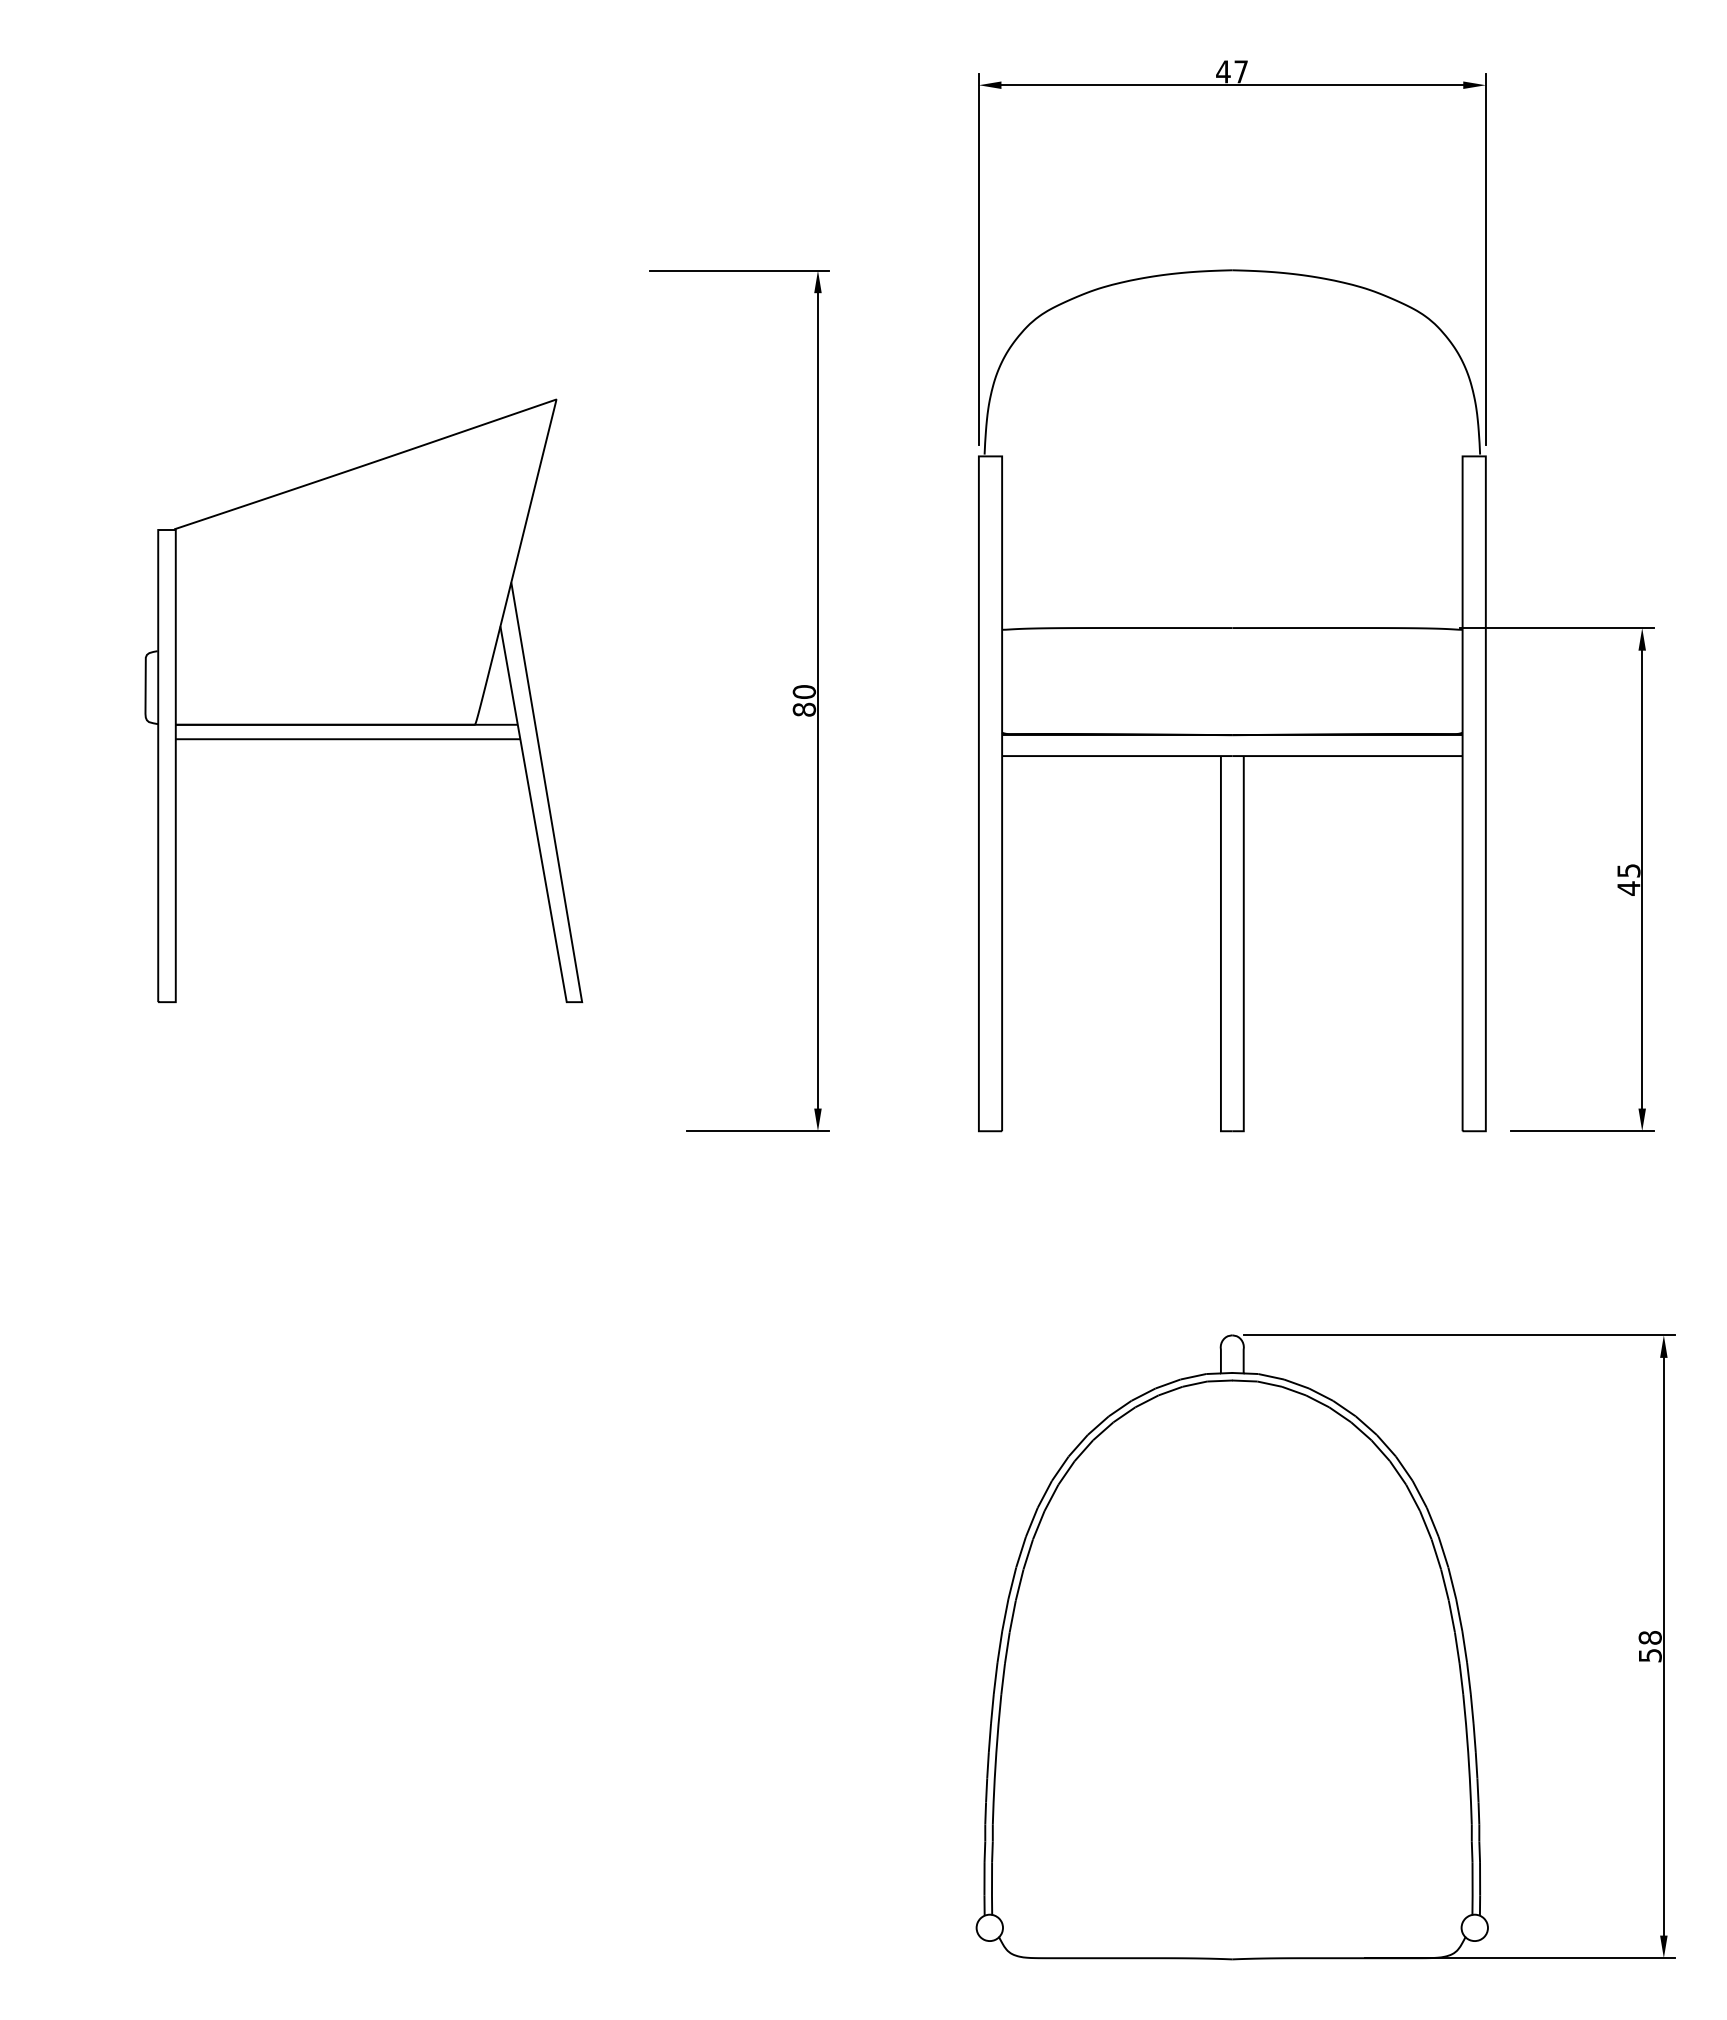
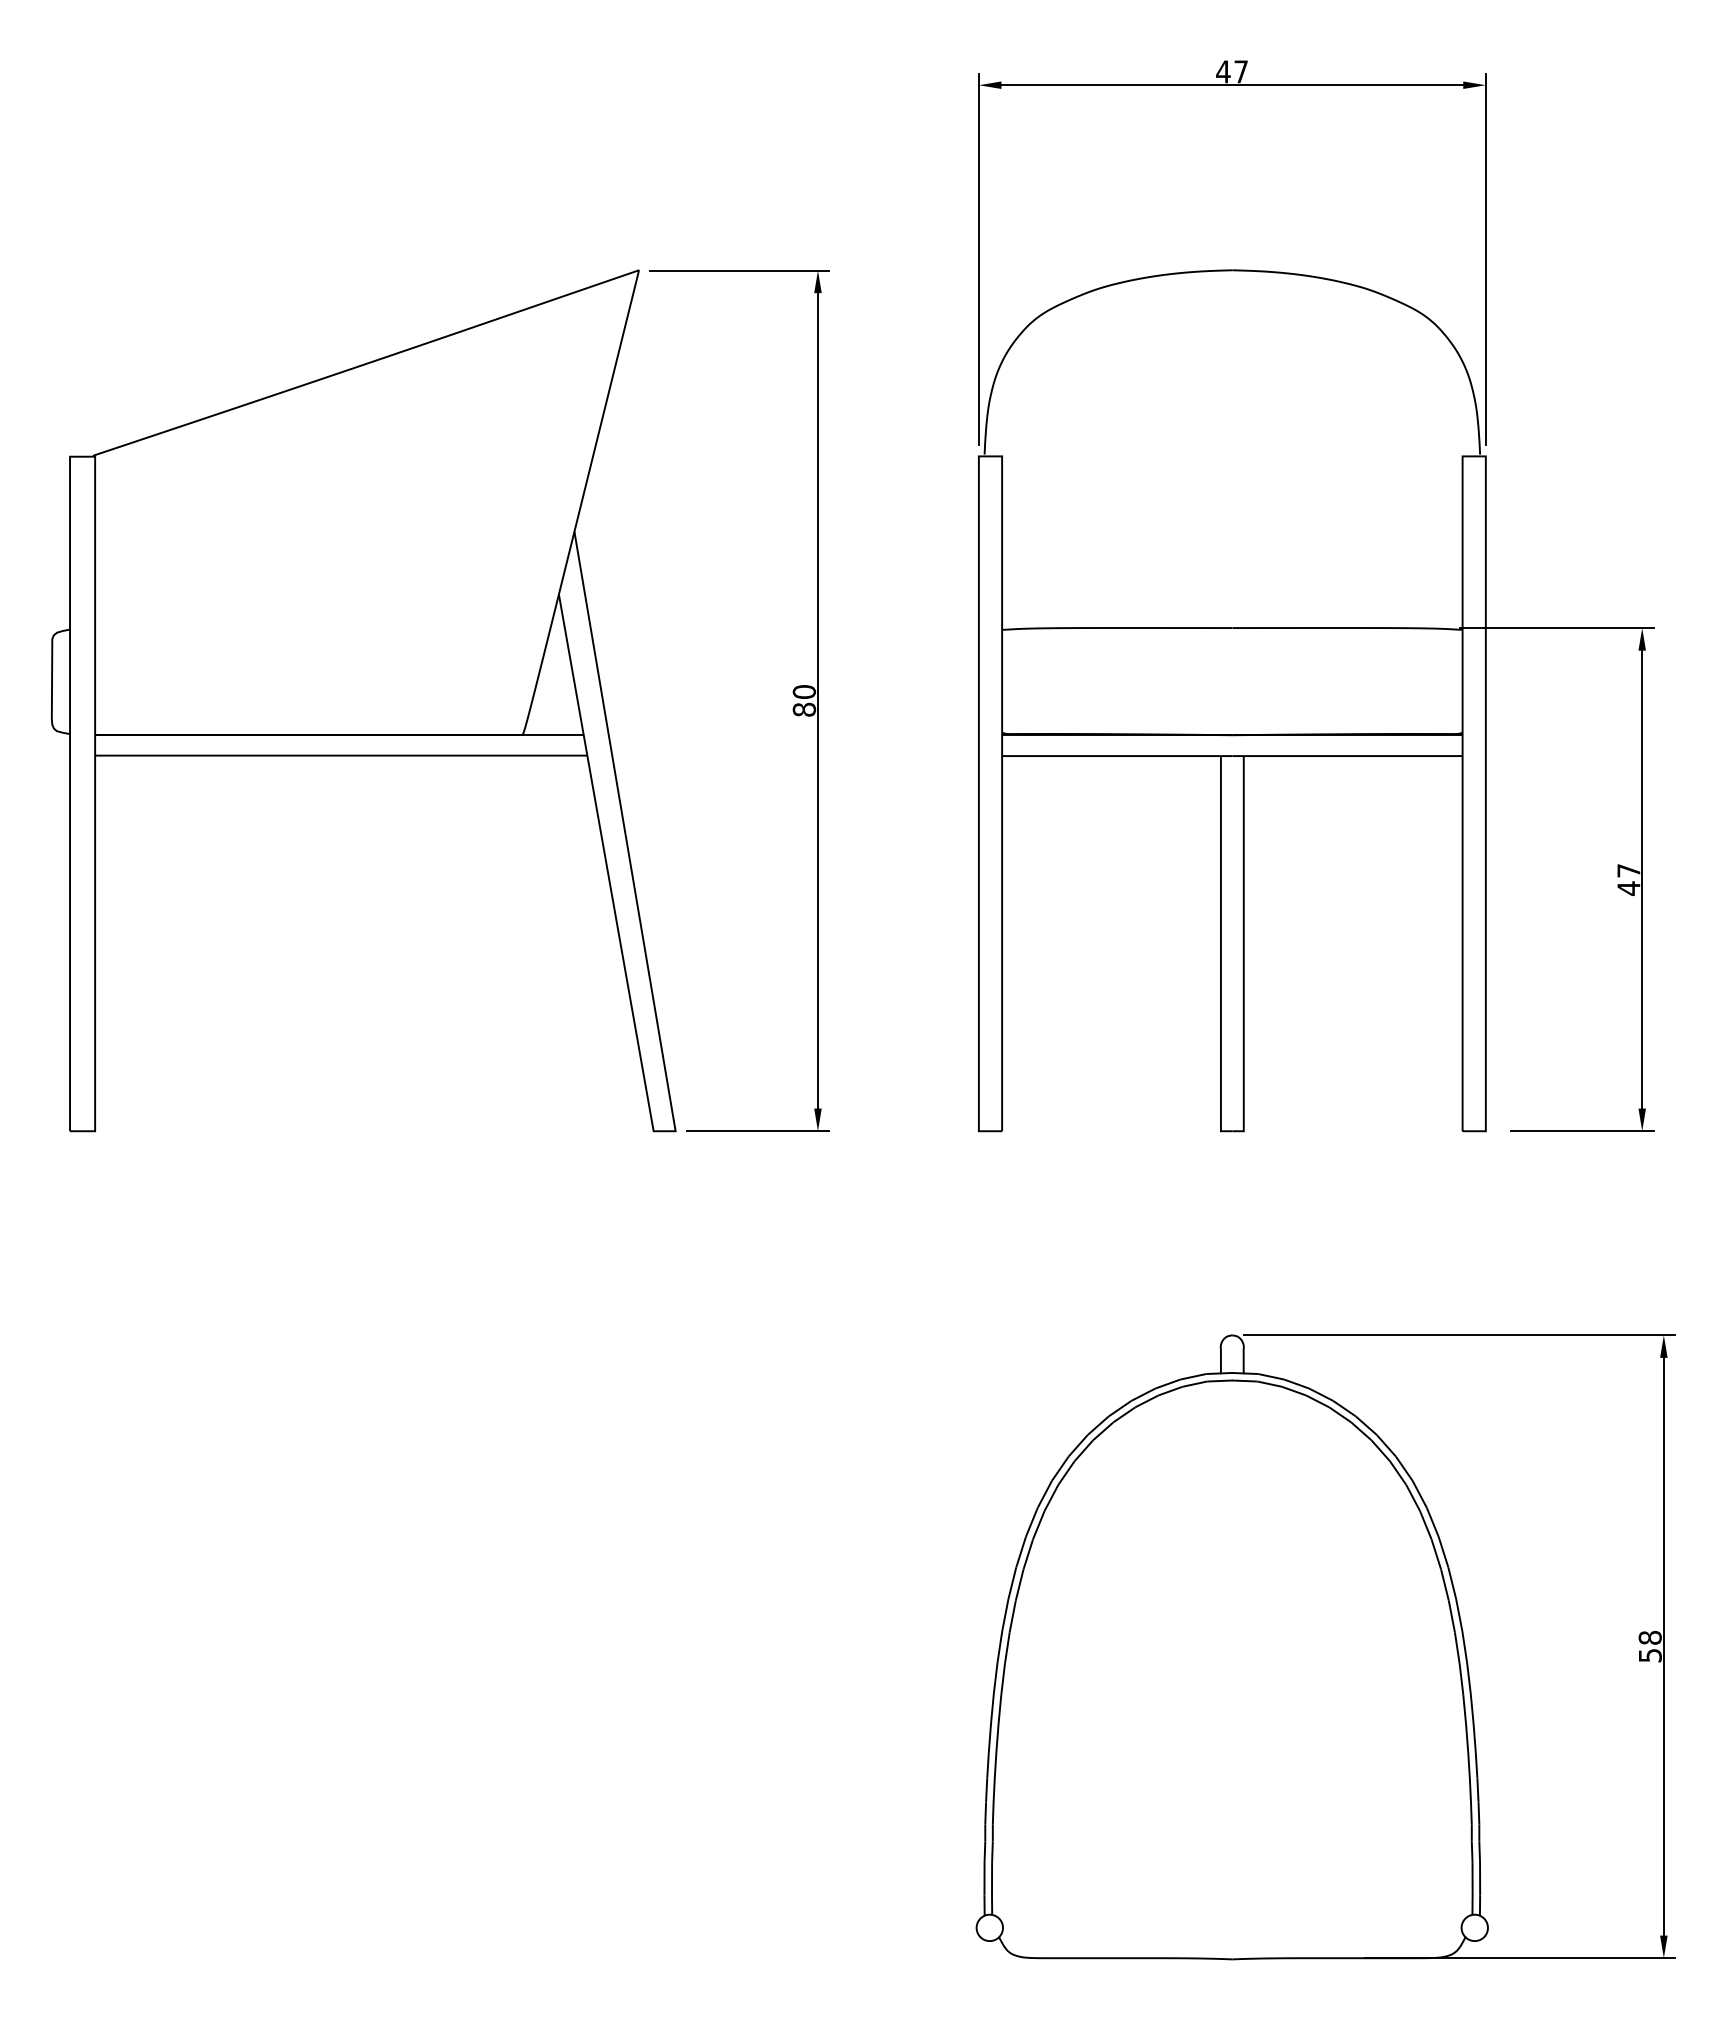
part at (363, 700) size: 440x606 px -> 626x864 px
text at (1628, 870): 45 -> 47
